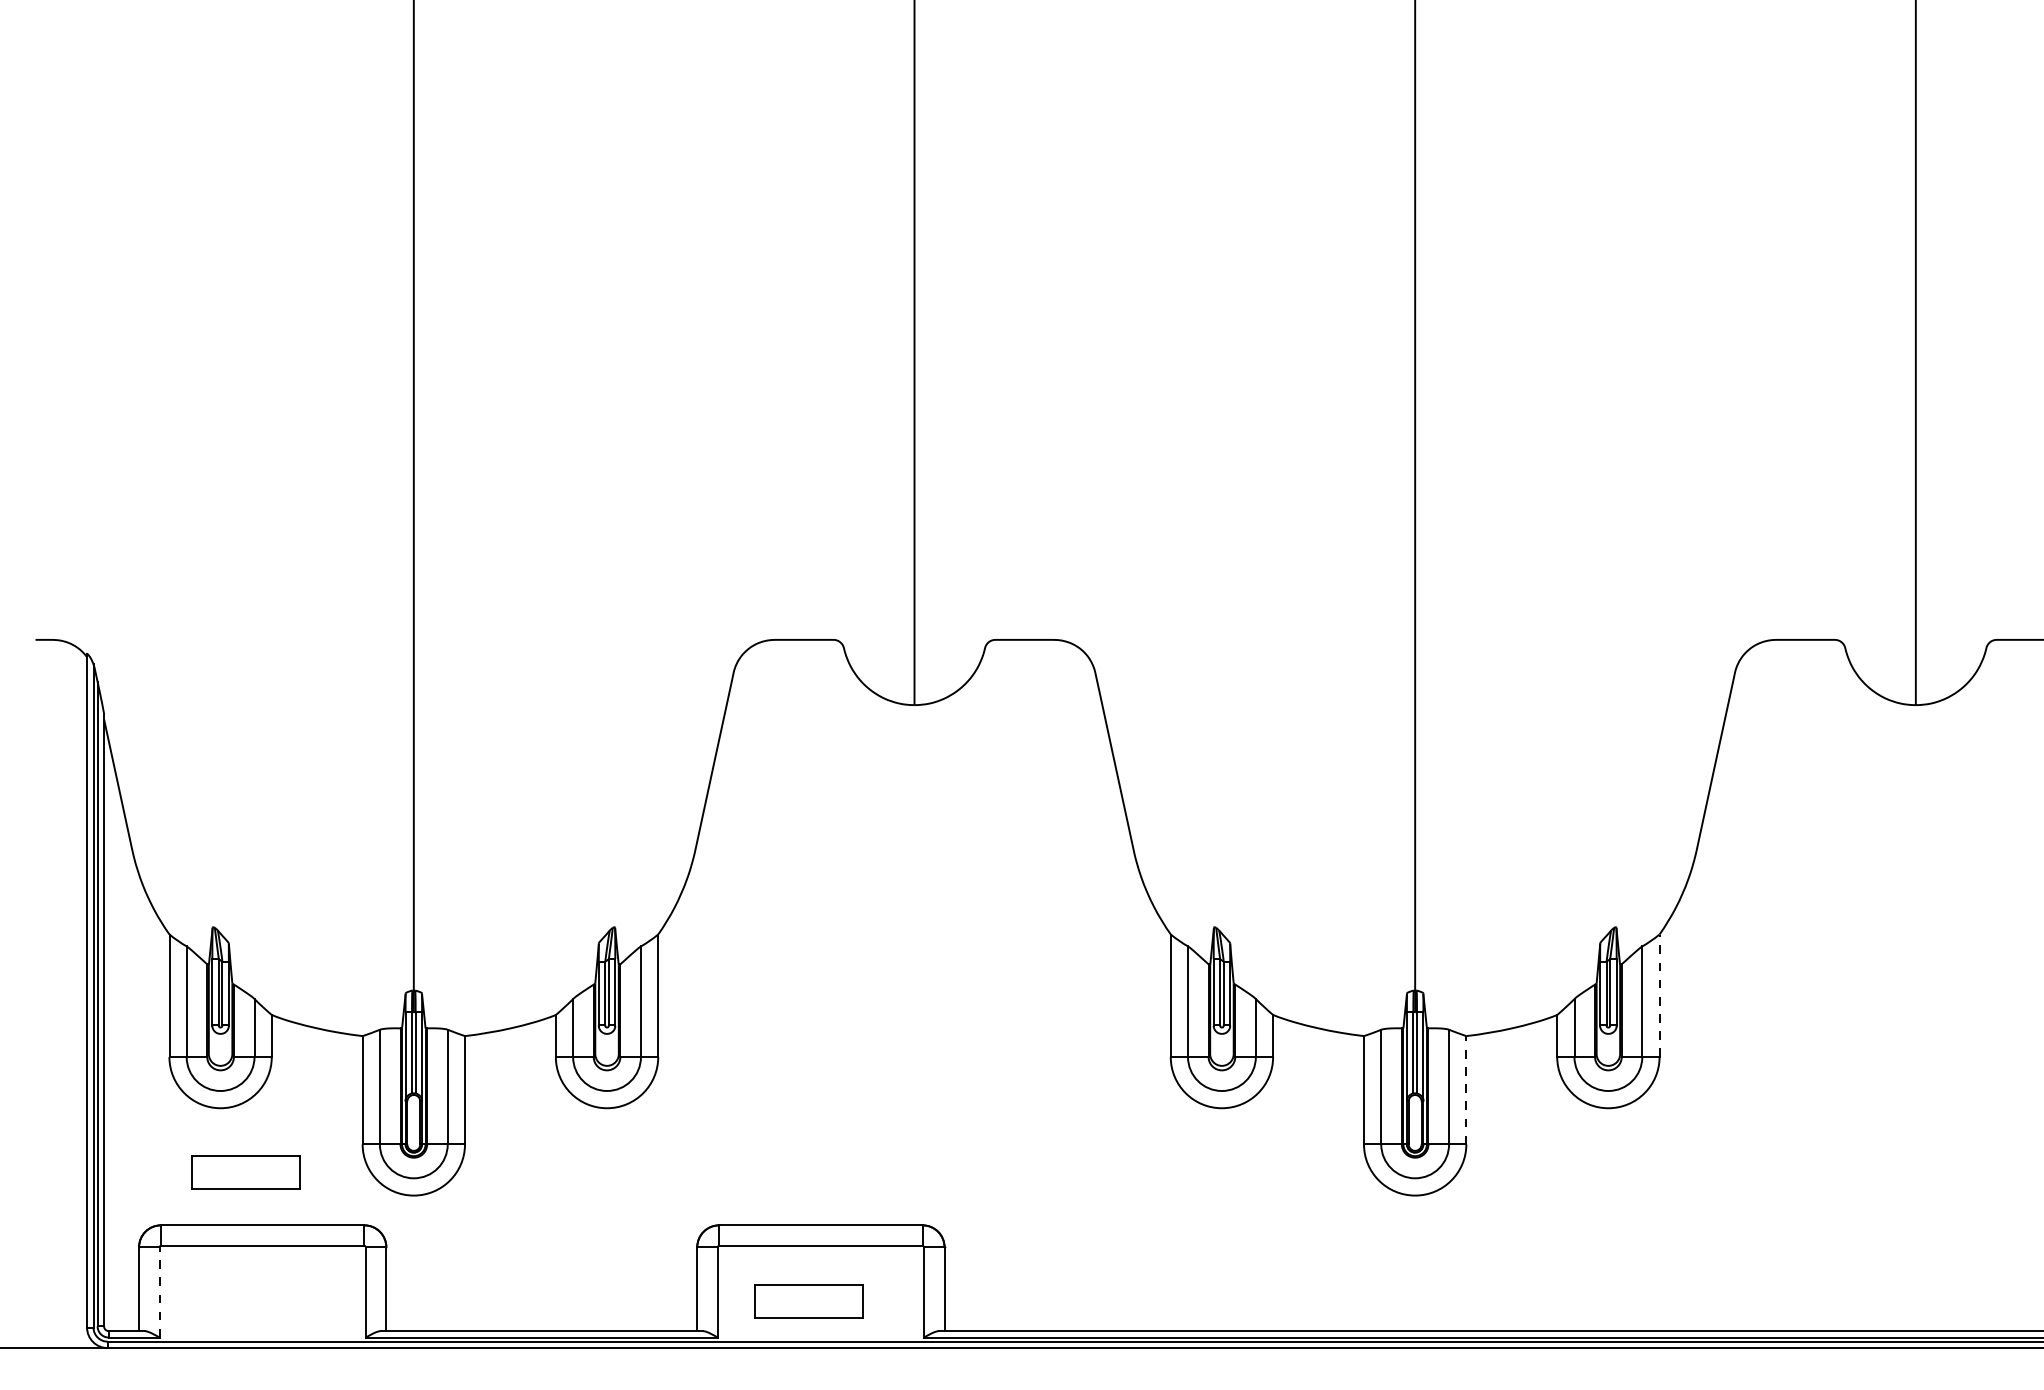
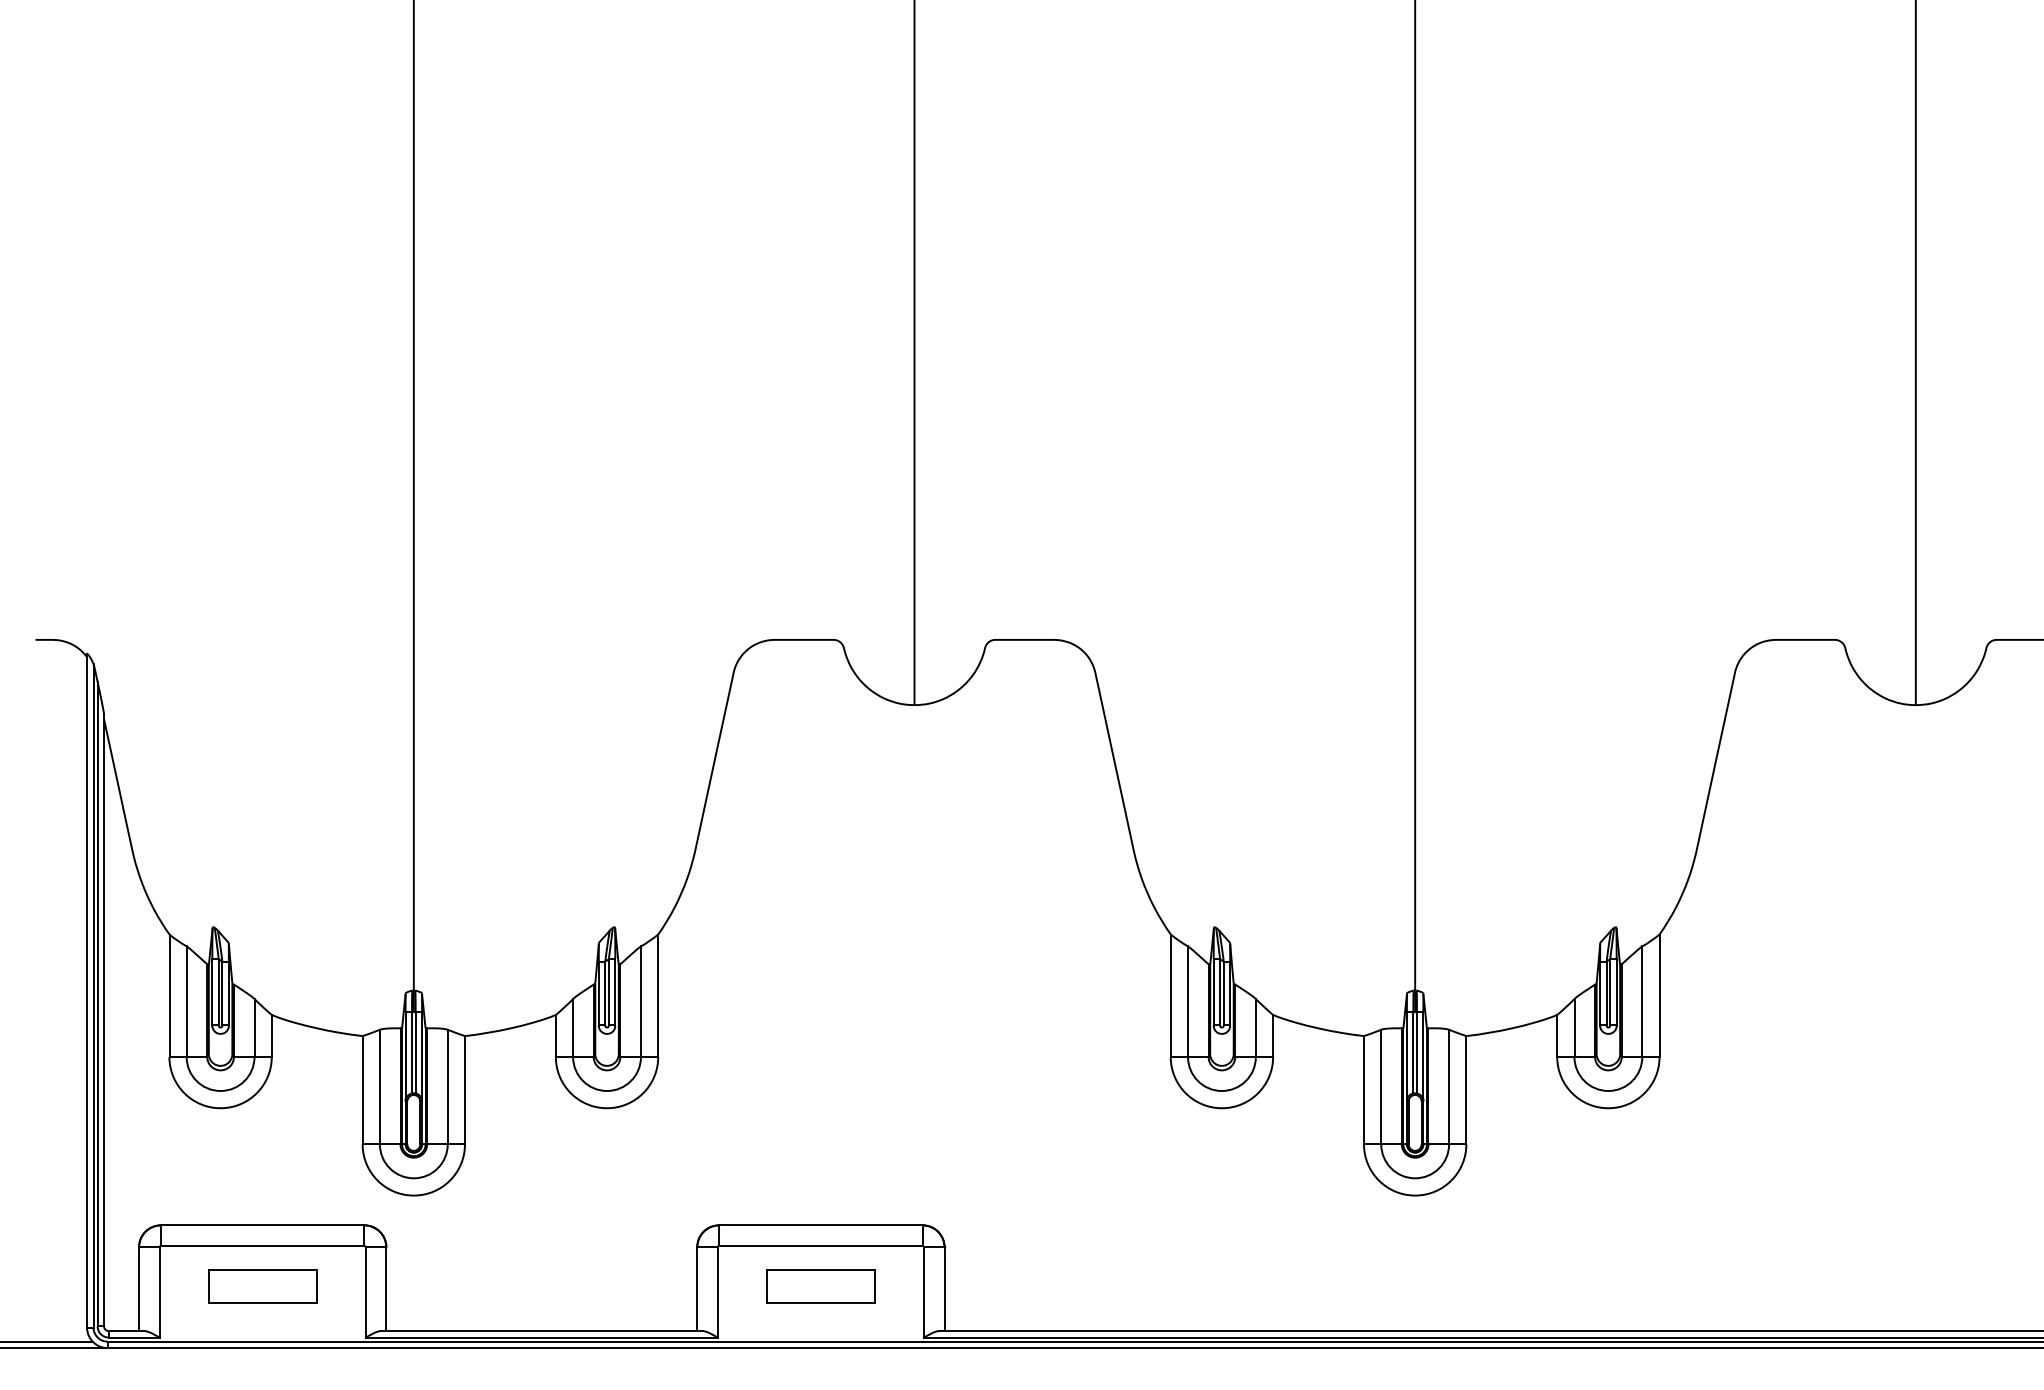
line at (1659, 995): dashed -> solid
line at (1466, 1089): dashed -> solid
part at (245, 1172) position: (245, 1172) -> (262, 1286)
line at (159, 1291): dashed -> solid
part at (808, 1301) position: (808, 1301) -> (820, 1286)
line at (47, 1341): none -> present
